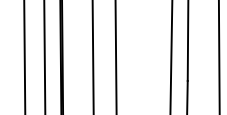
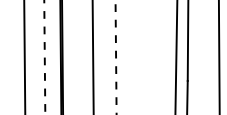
line at (171, 56) position: (171, 56) -> (176, 56)
line at (44, 57): solid -> dashed
line at (116, 58): solid -> dashed
